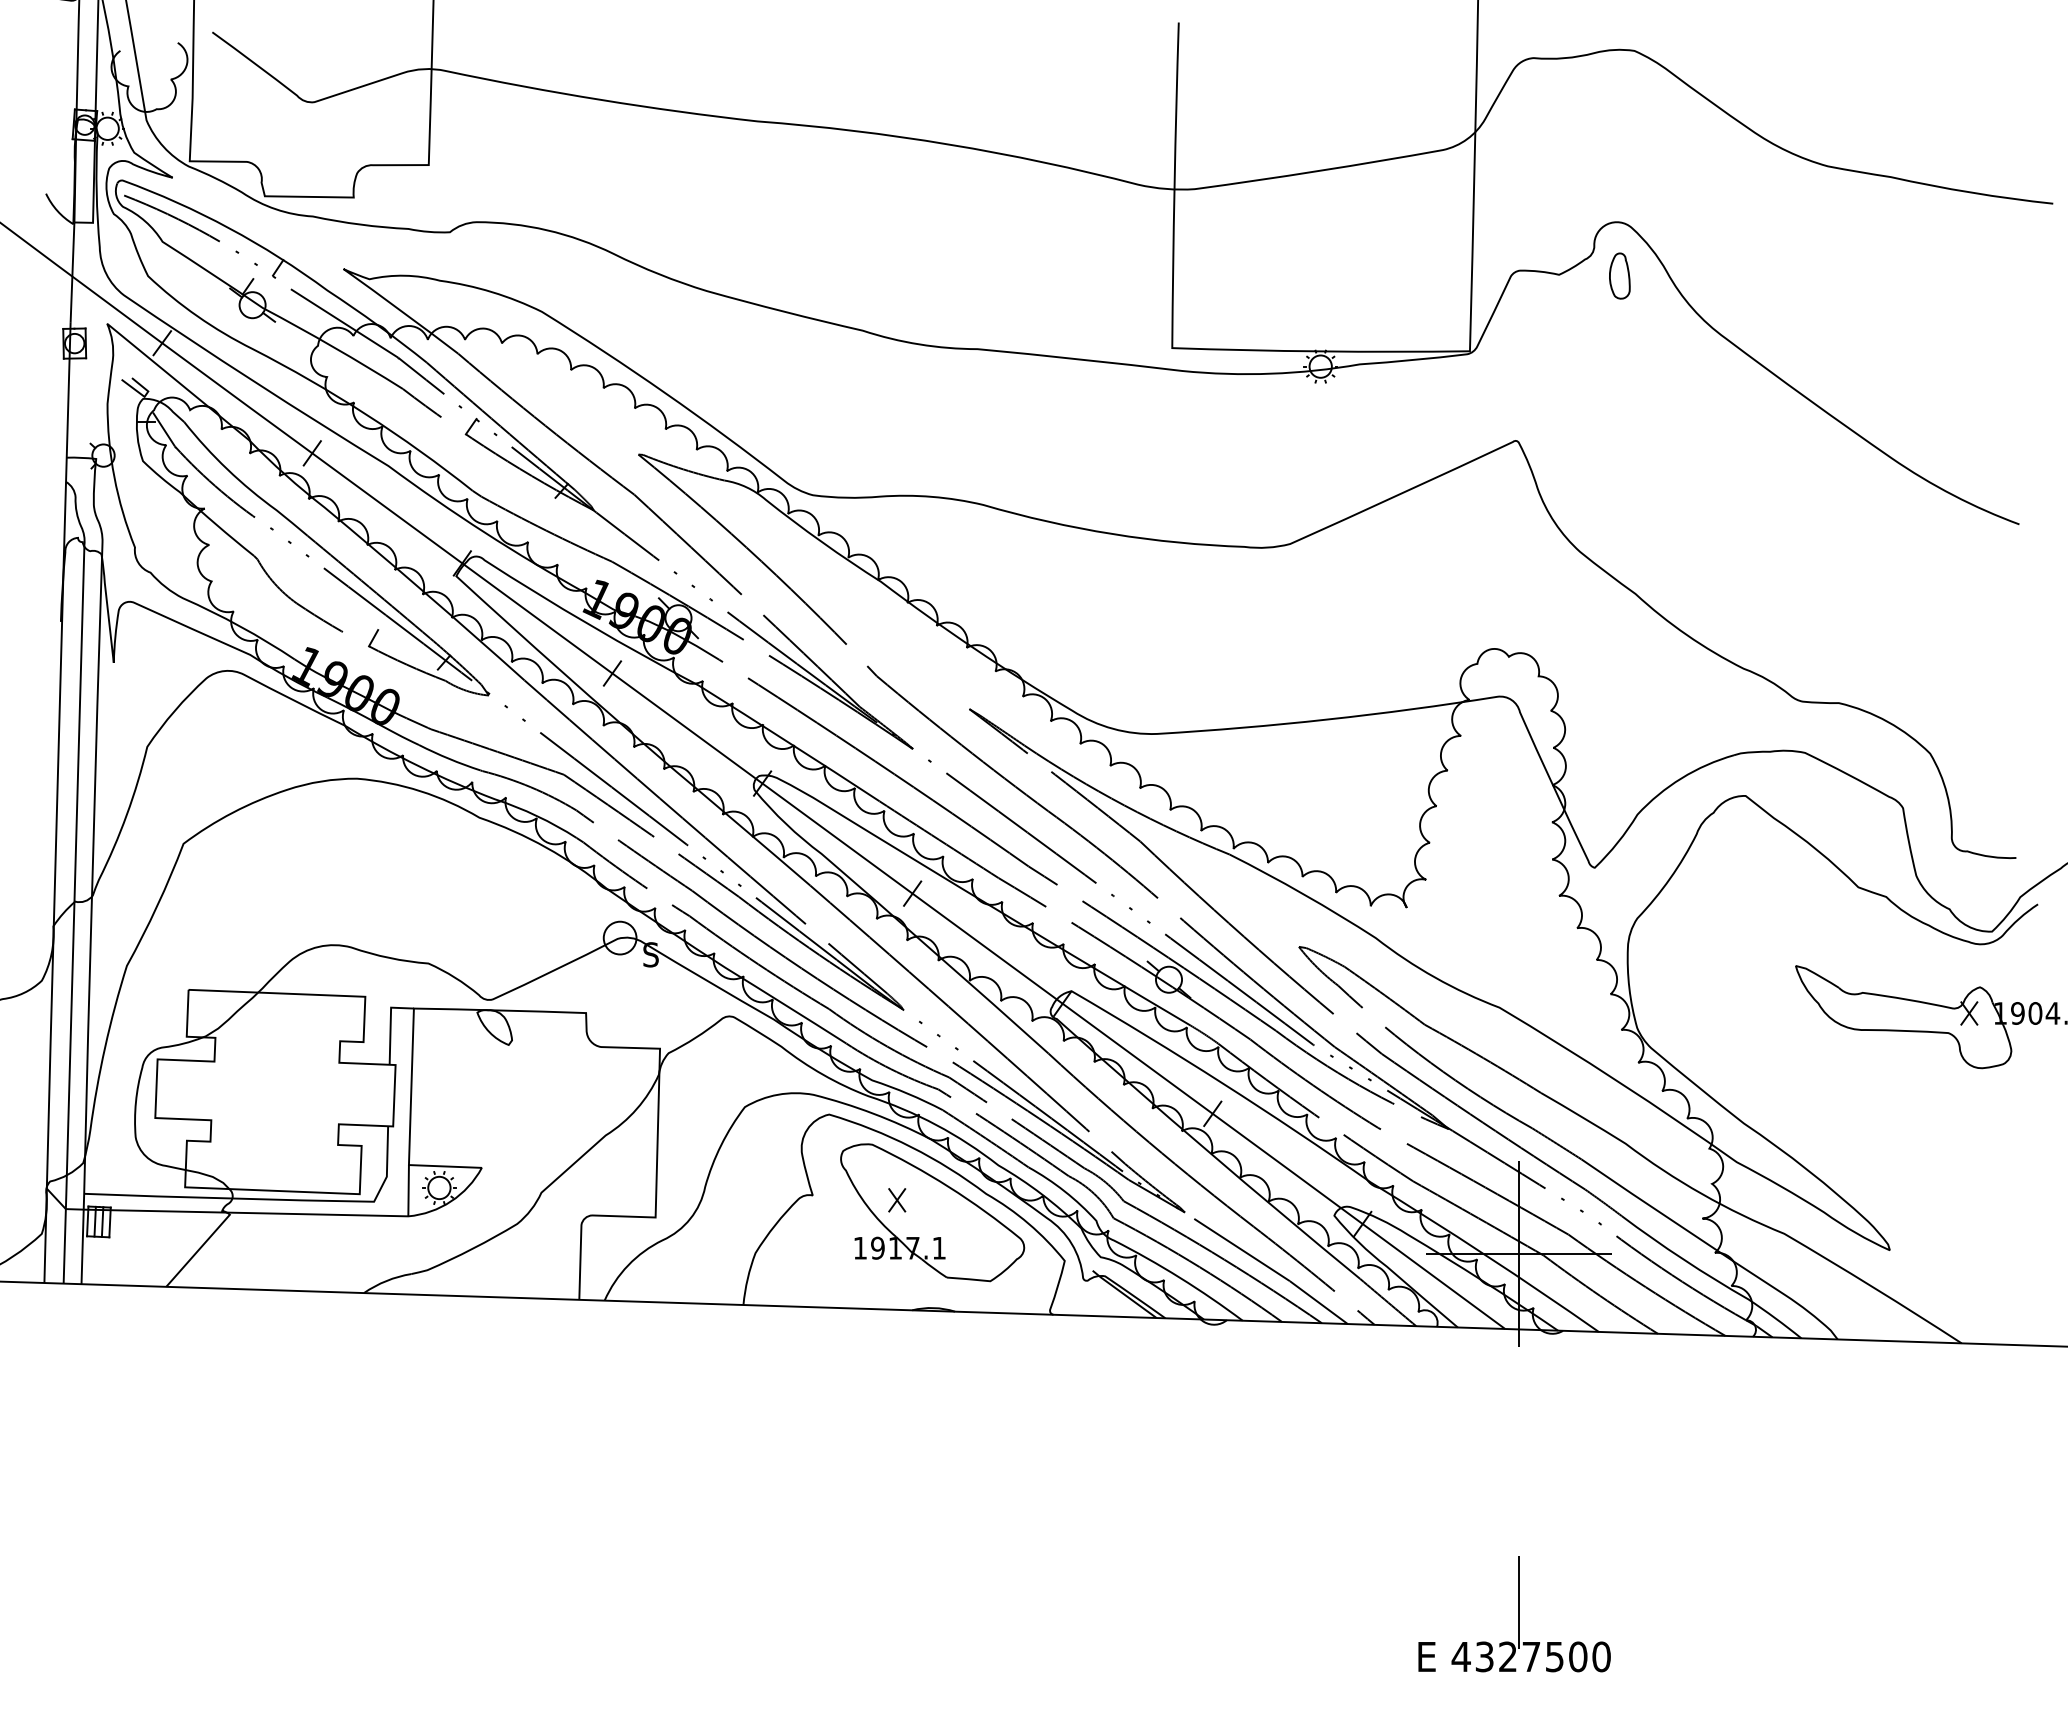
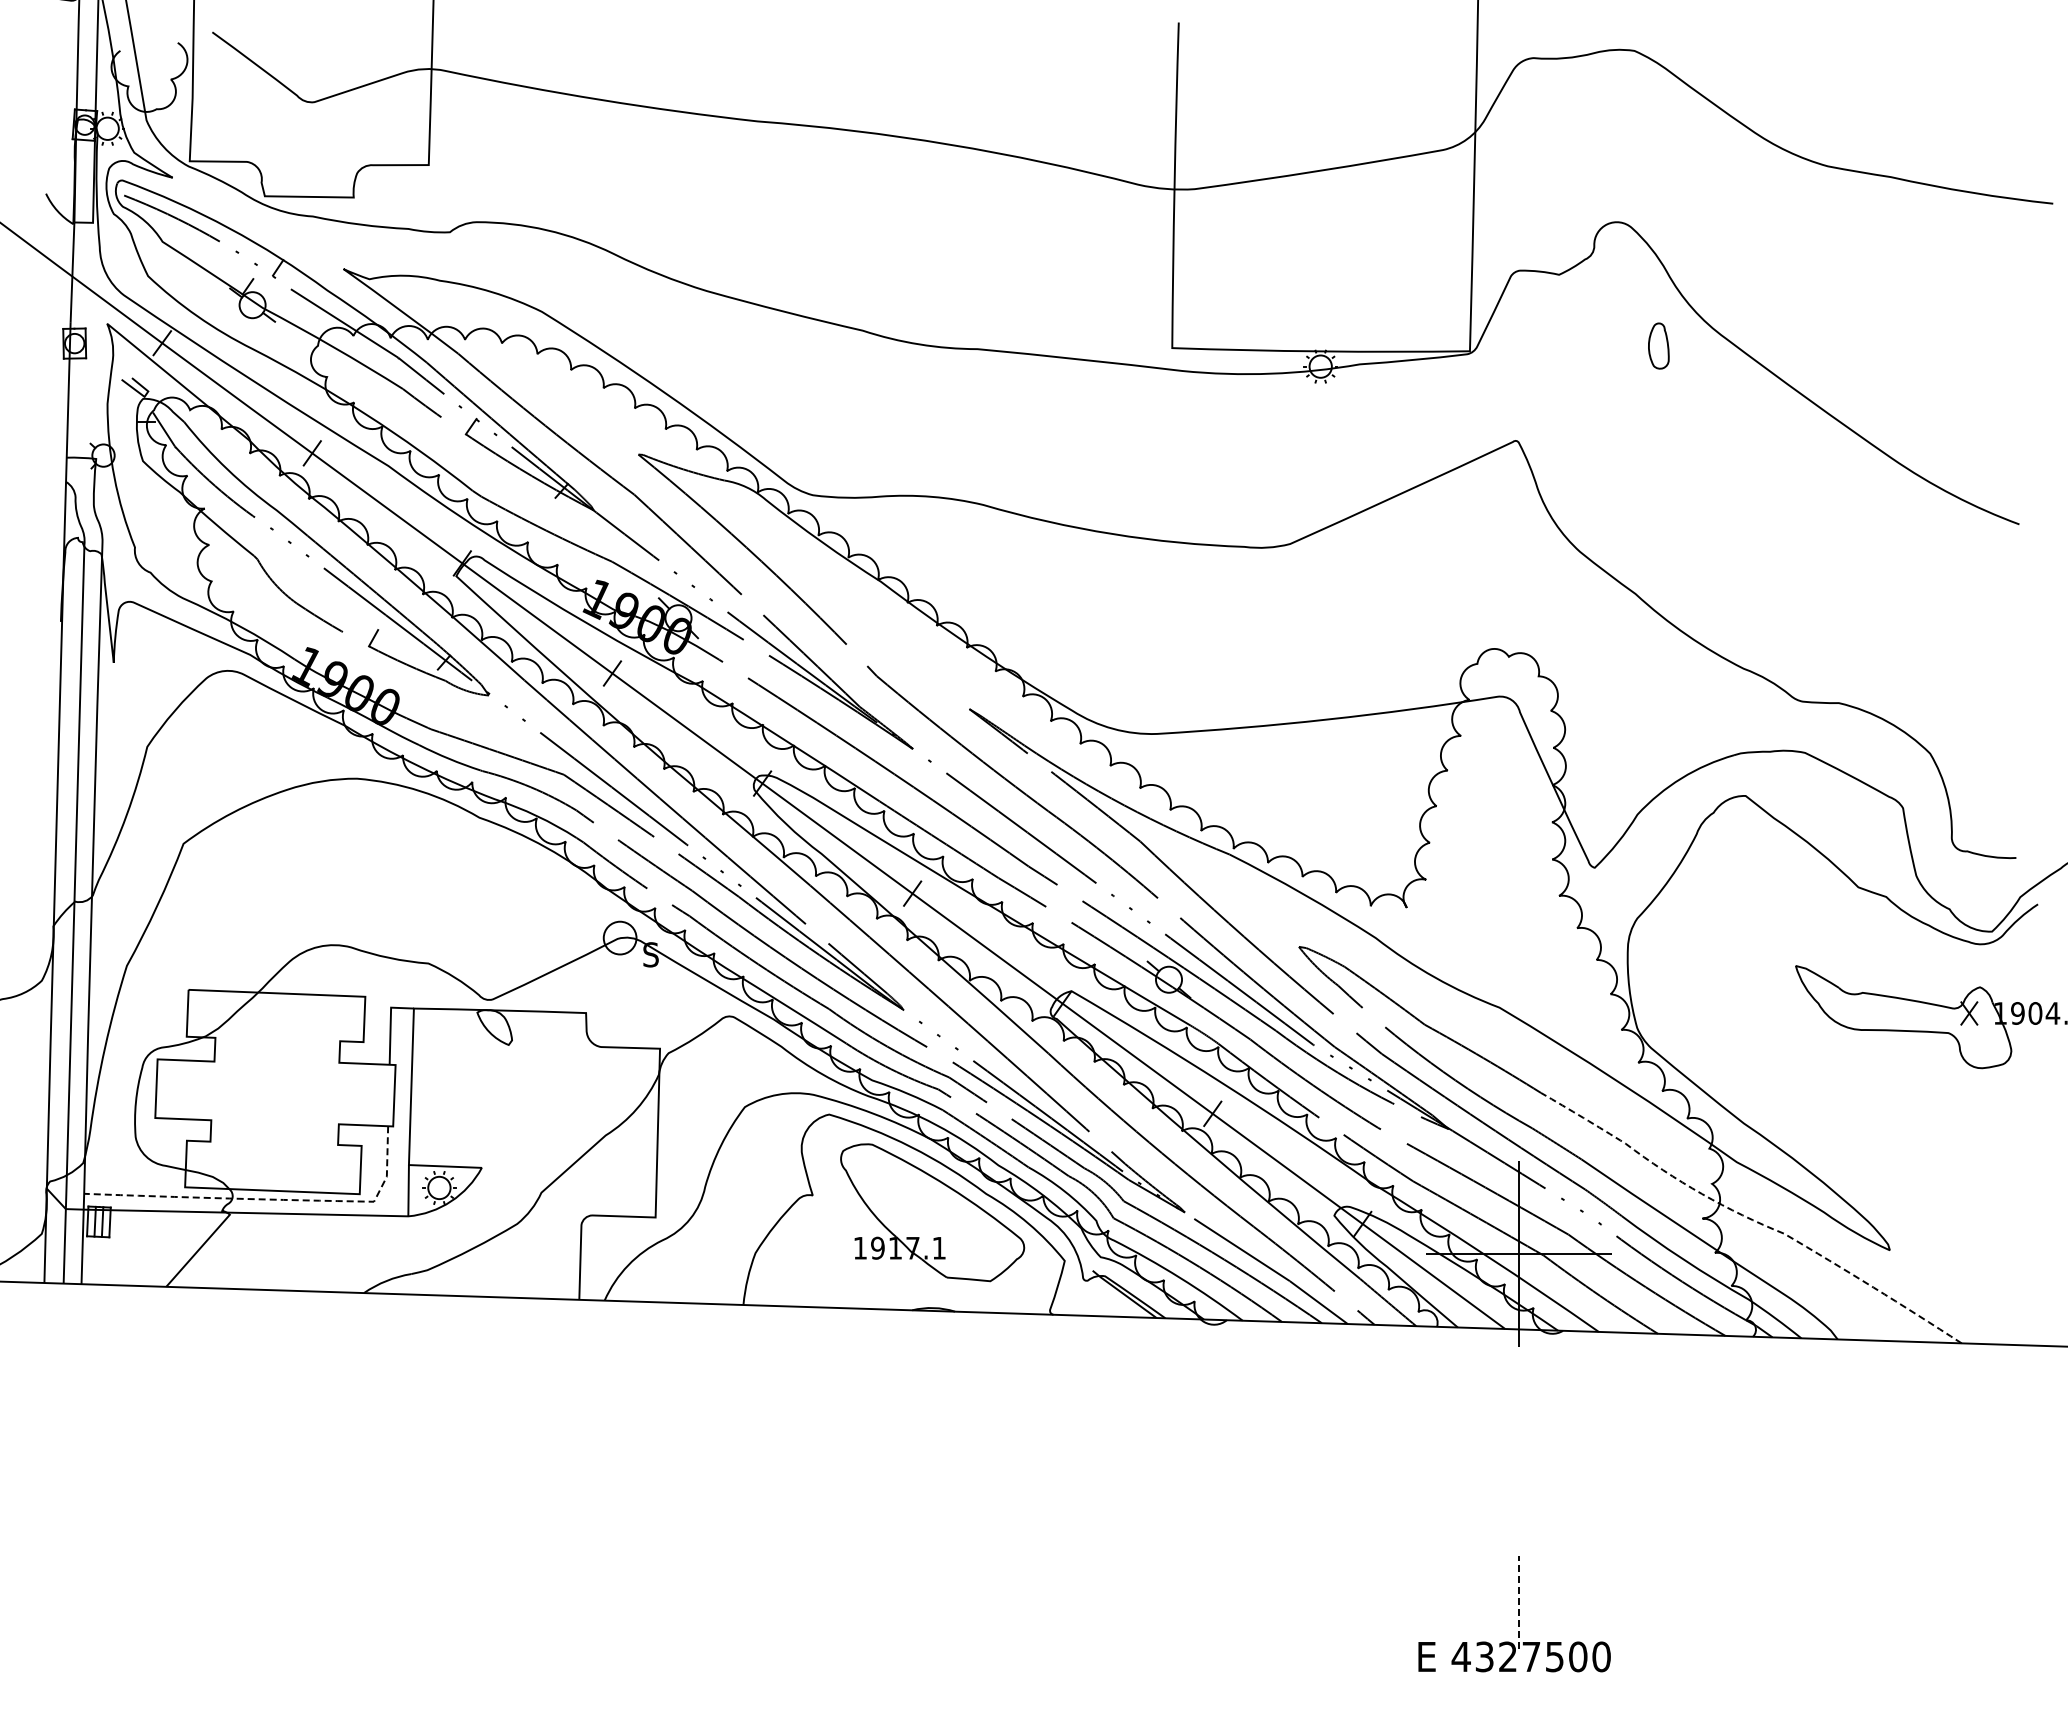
part at (1619, 275) position: (1619, 275) -> (1658, 345)
line at (268, 1199): solid -> dashed
part at (897, 1200): present -> none
line at (1748, 1218): solid -> dashed
line at (1518, 1602): solid -> dashed
